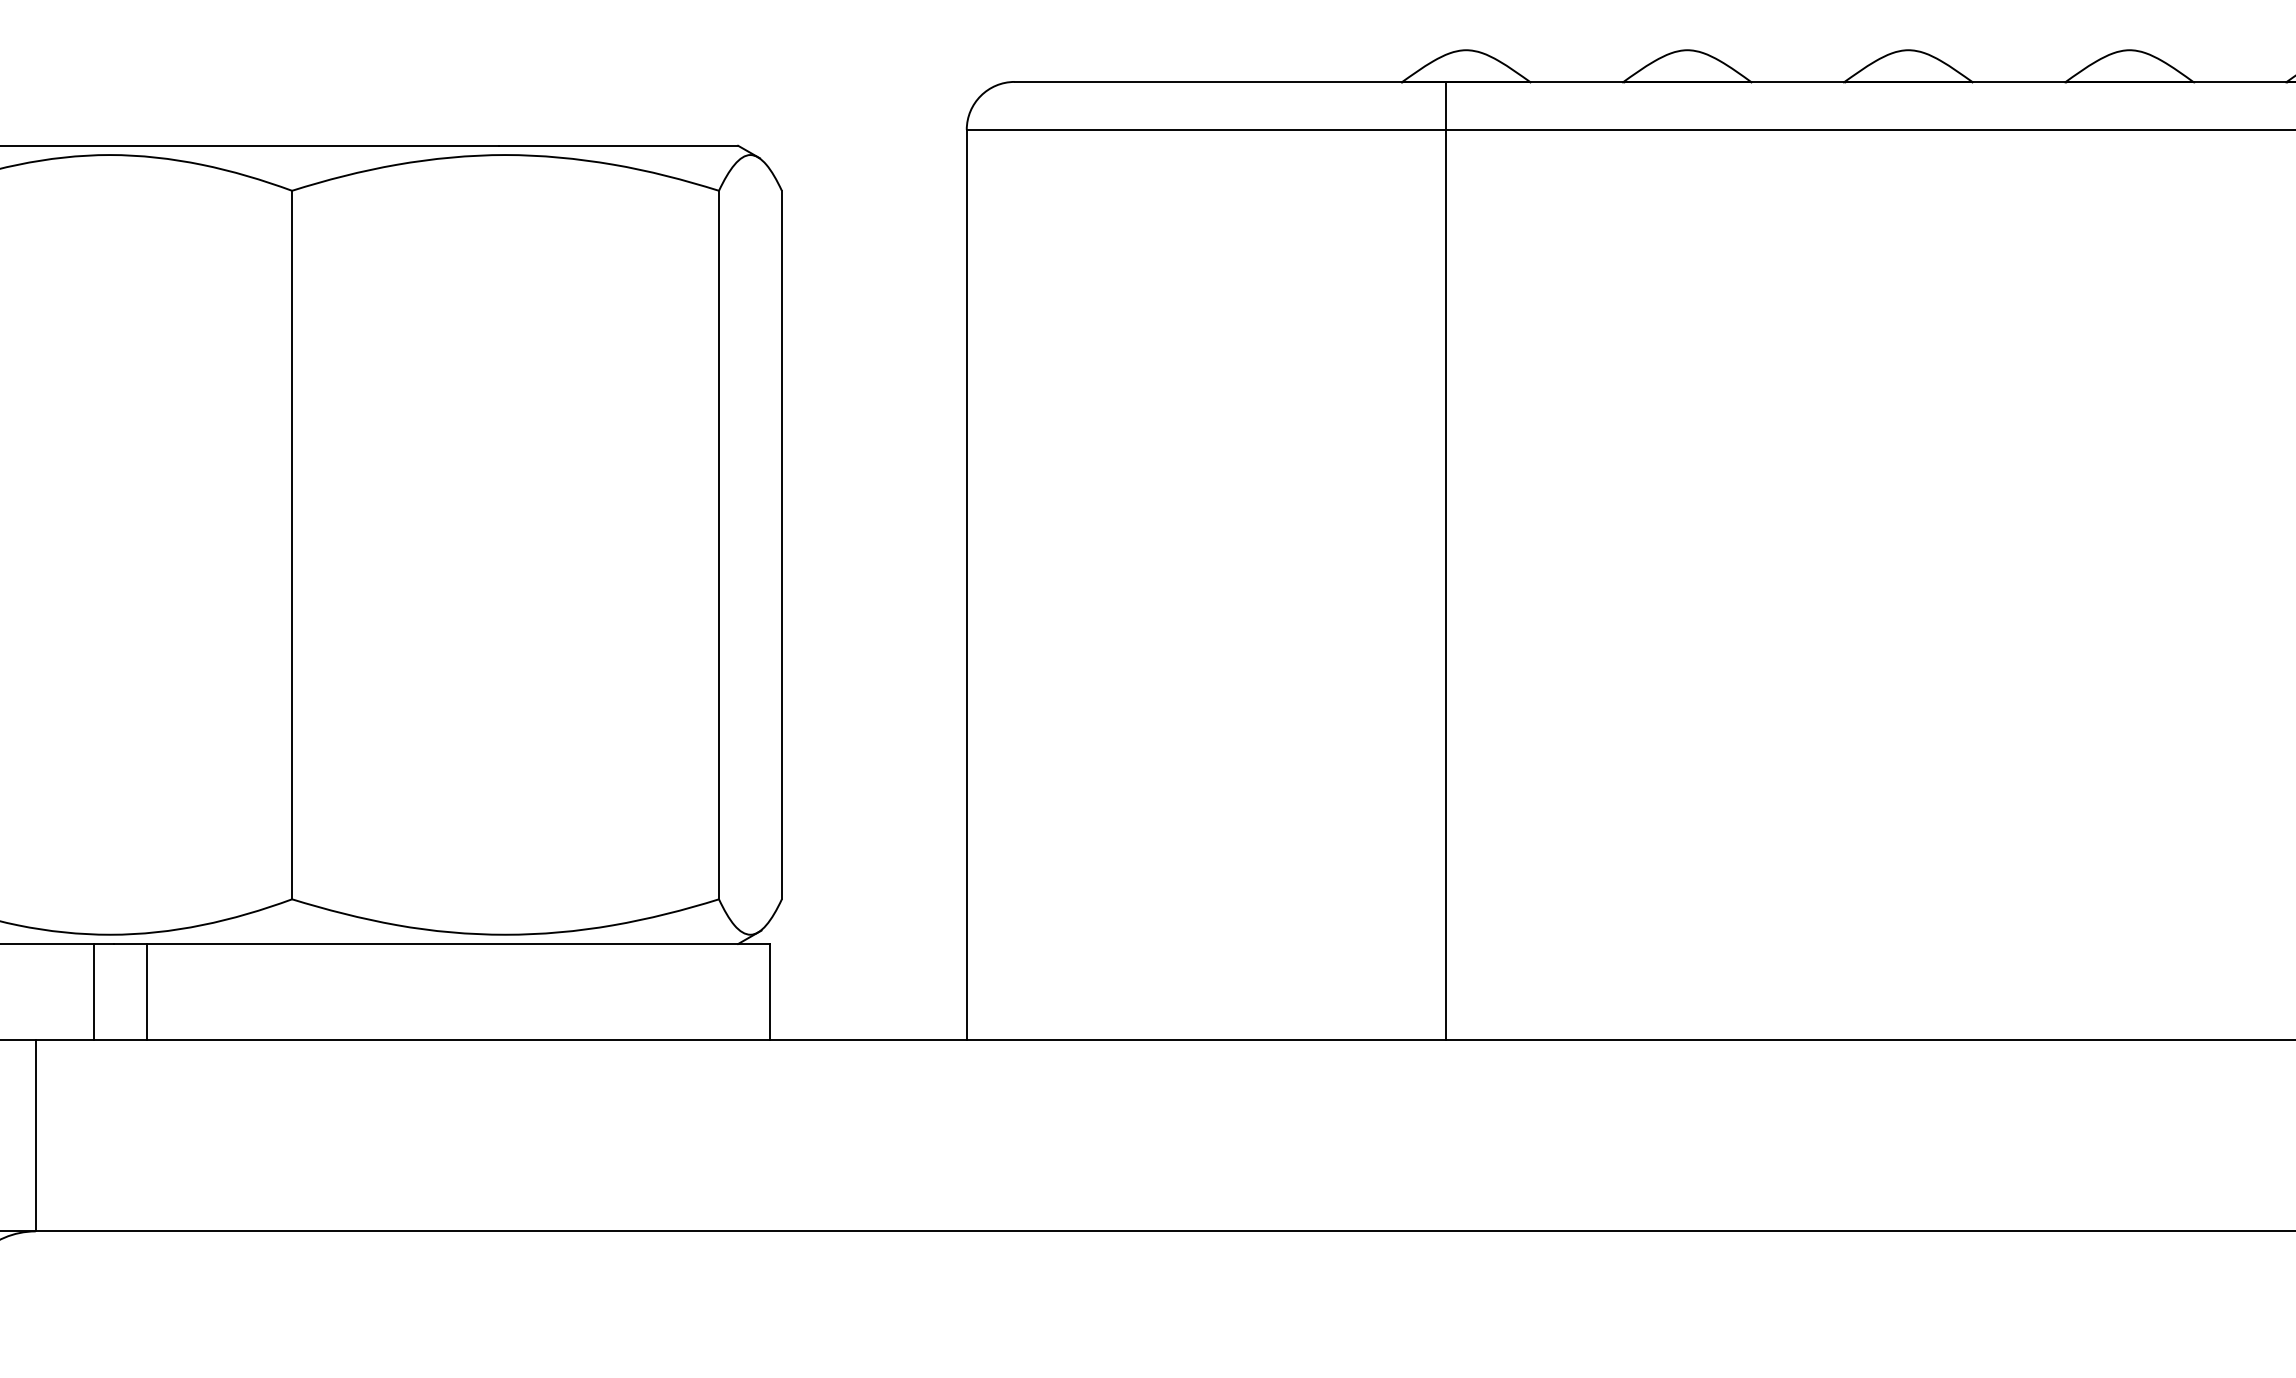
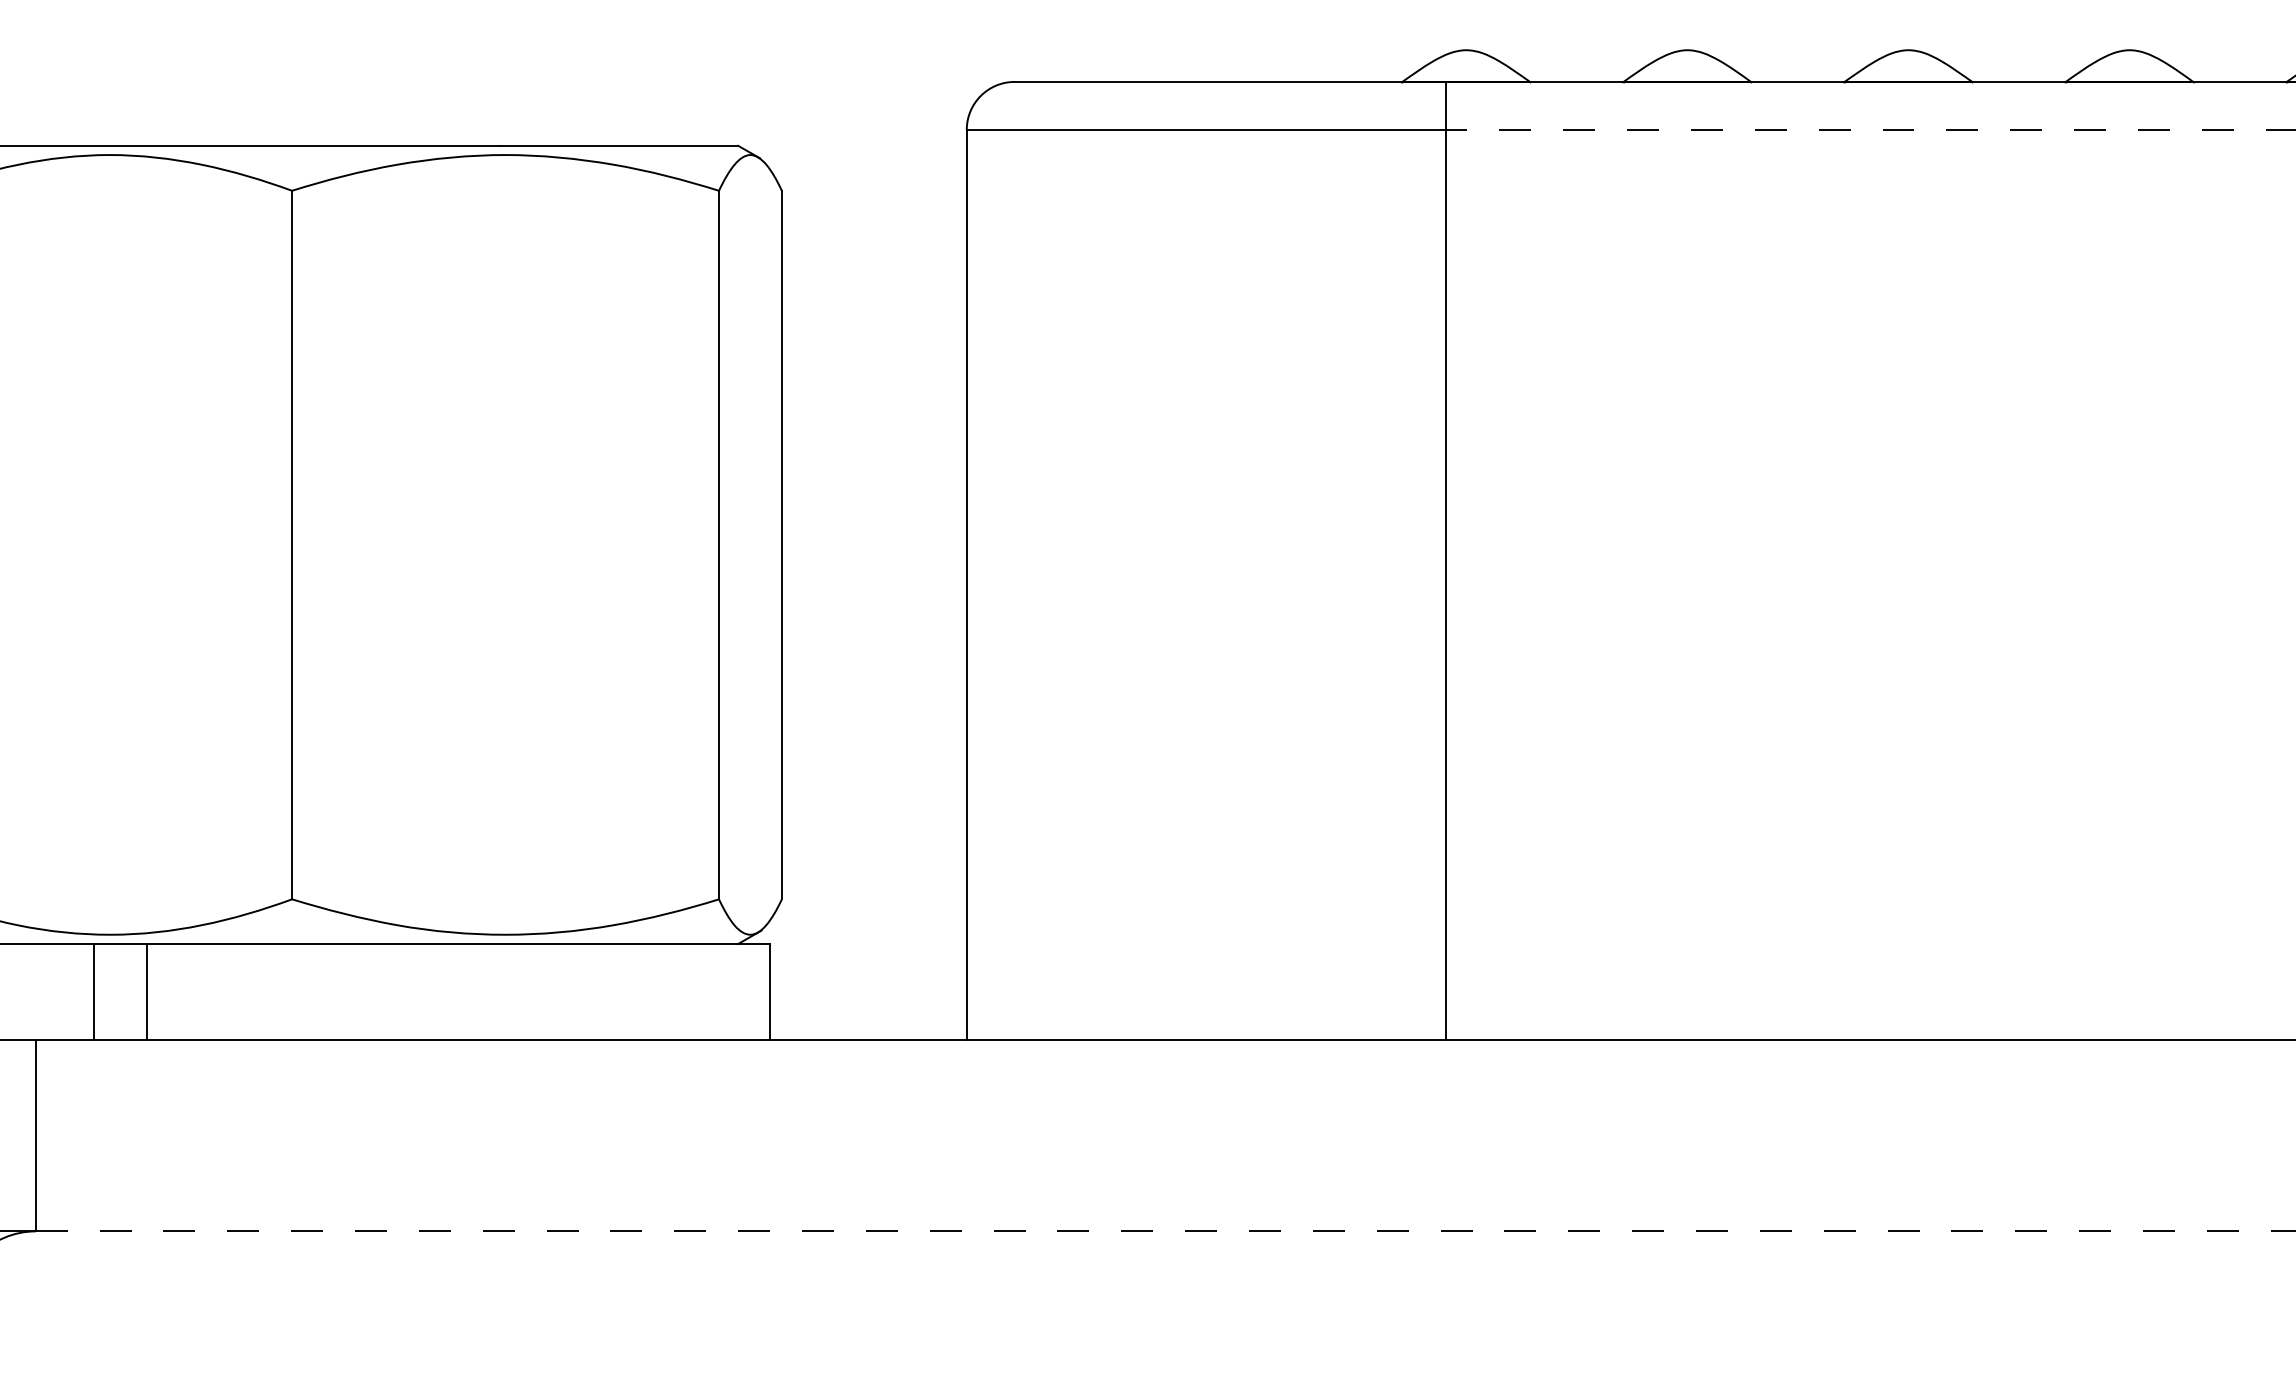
line at (1870, 129): solid -> dashed
line at (1165, 1231): solid -> dashed
